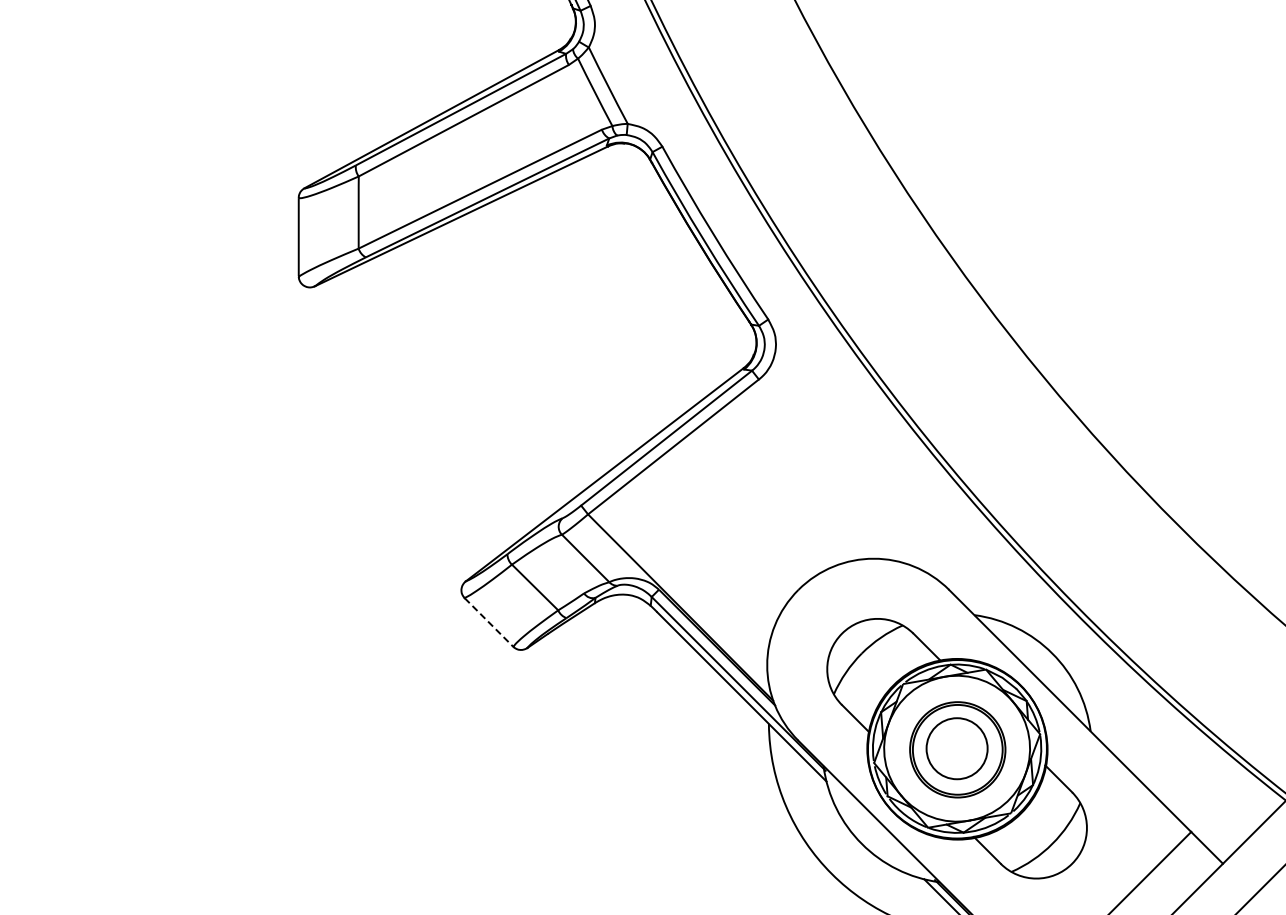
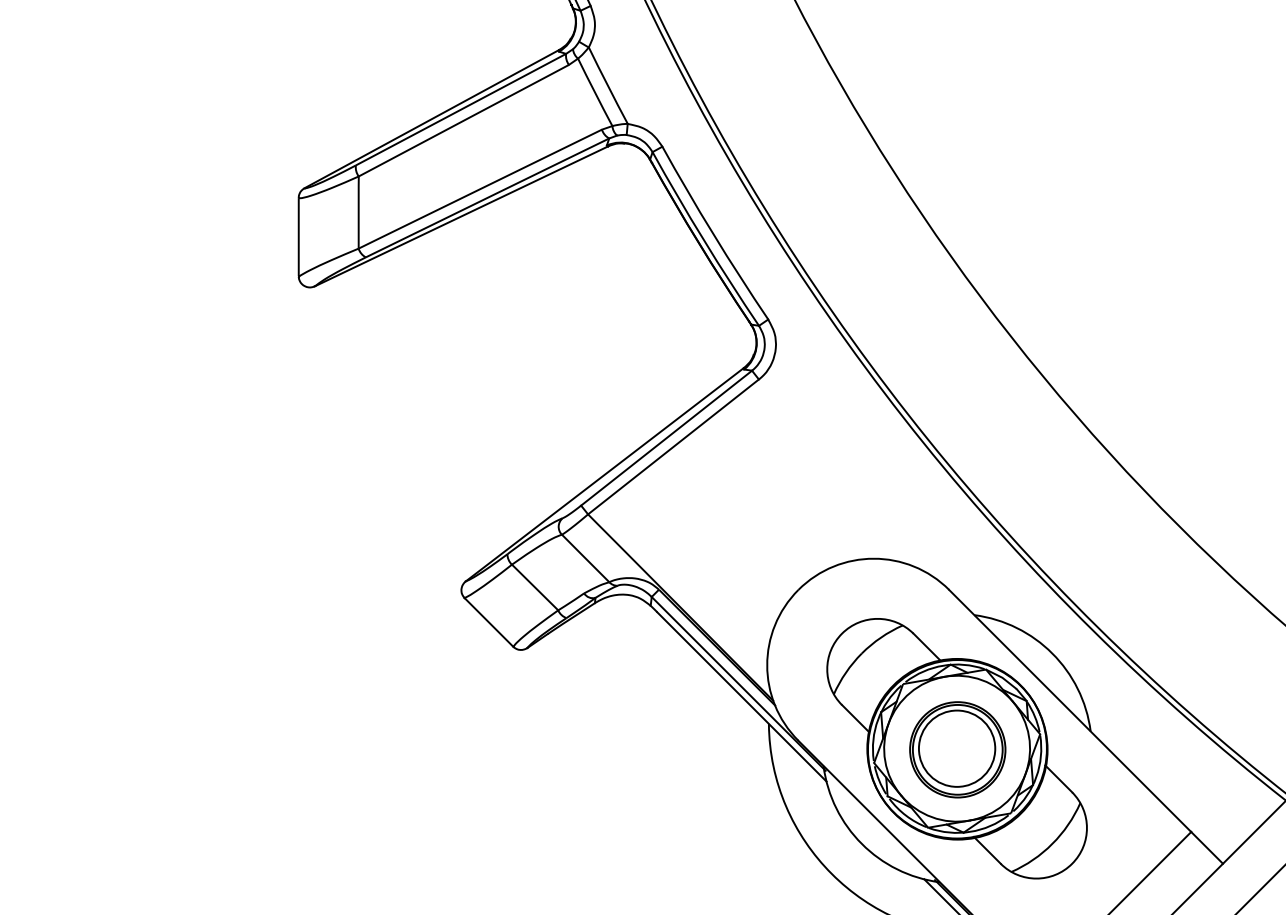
line at (489, 622): dashed -> solid
circle at (956, 748) diameter: 61 px -> 76 px
